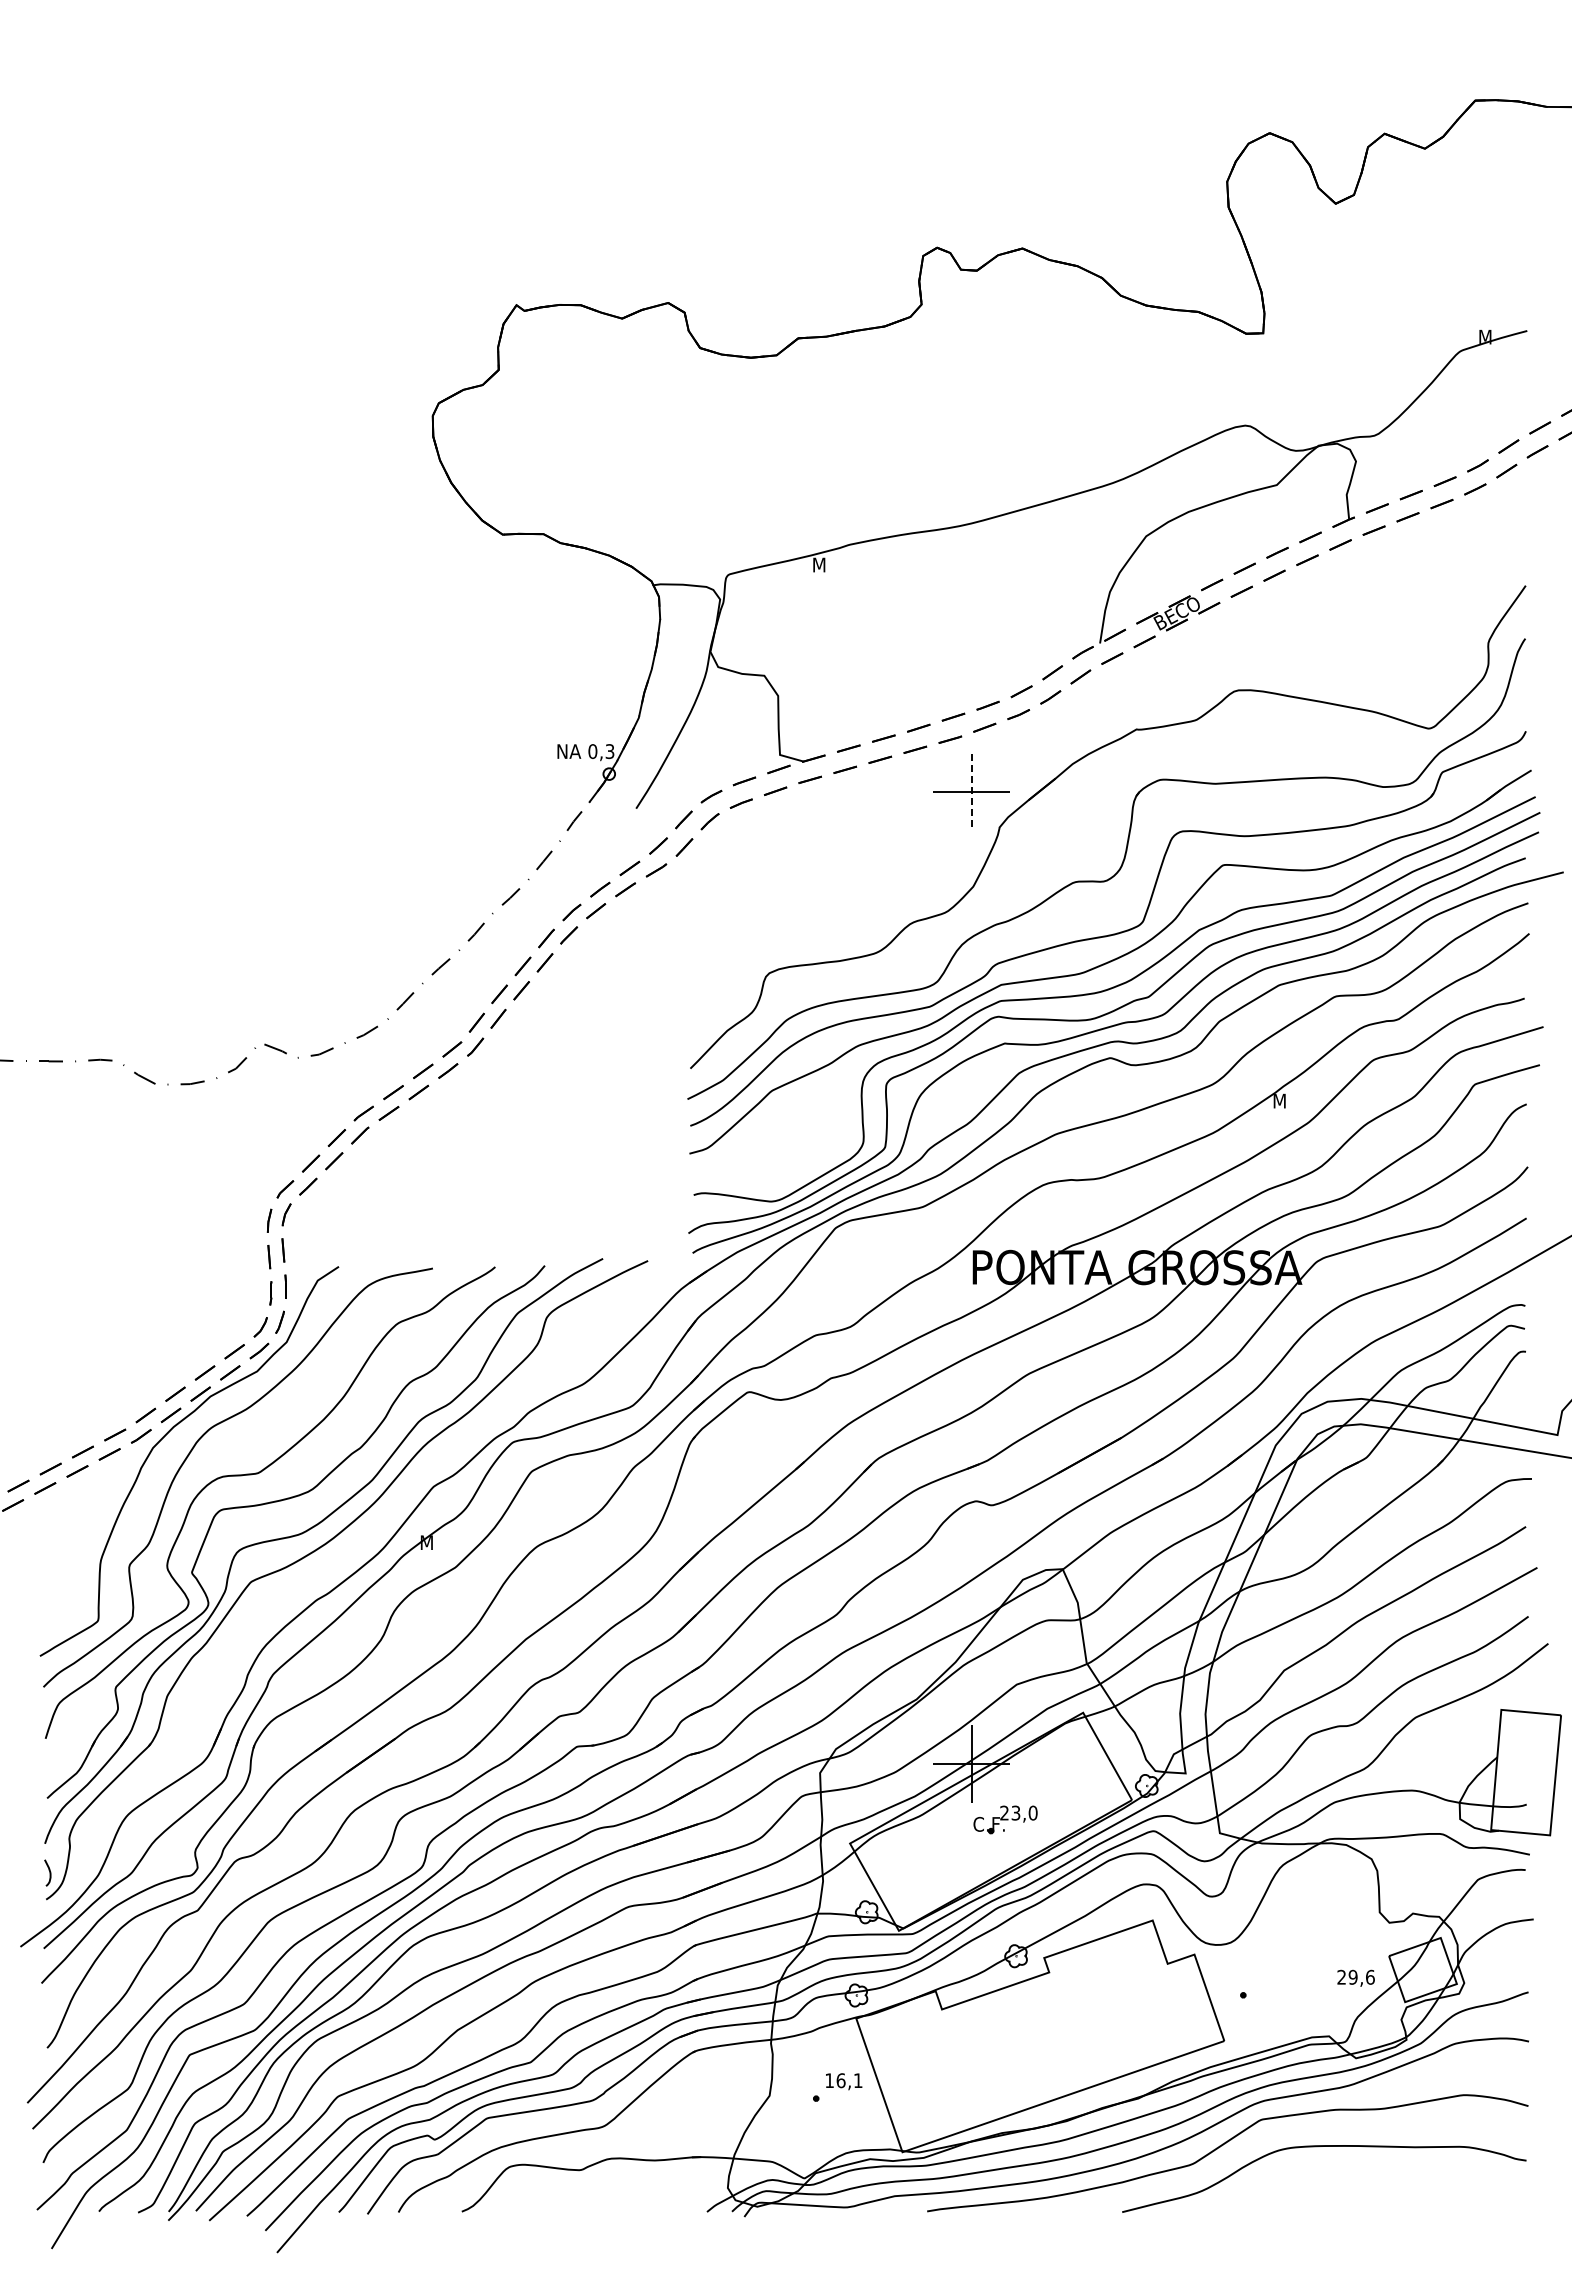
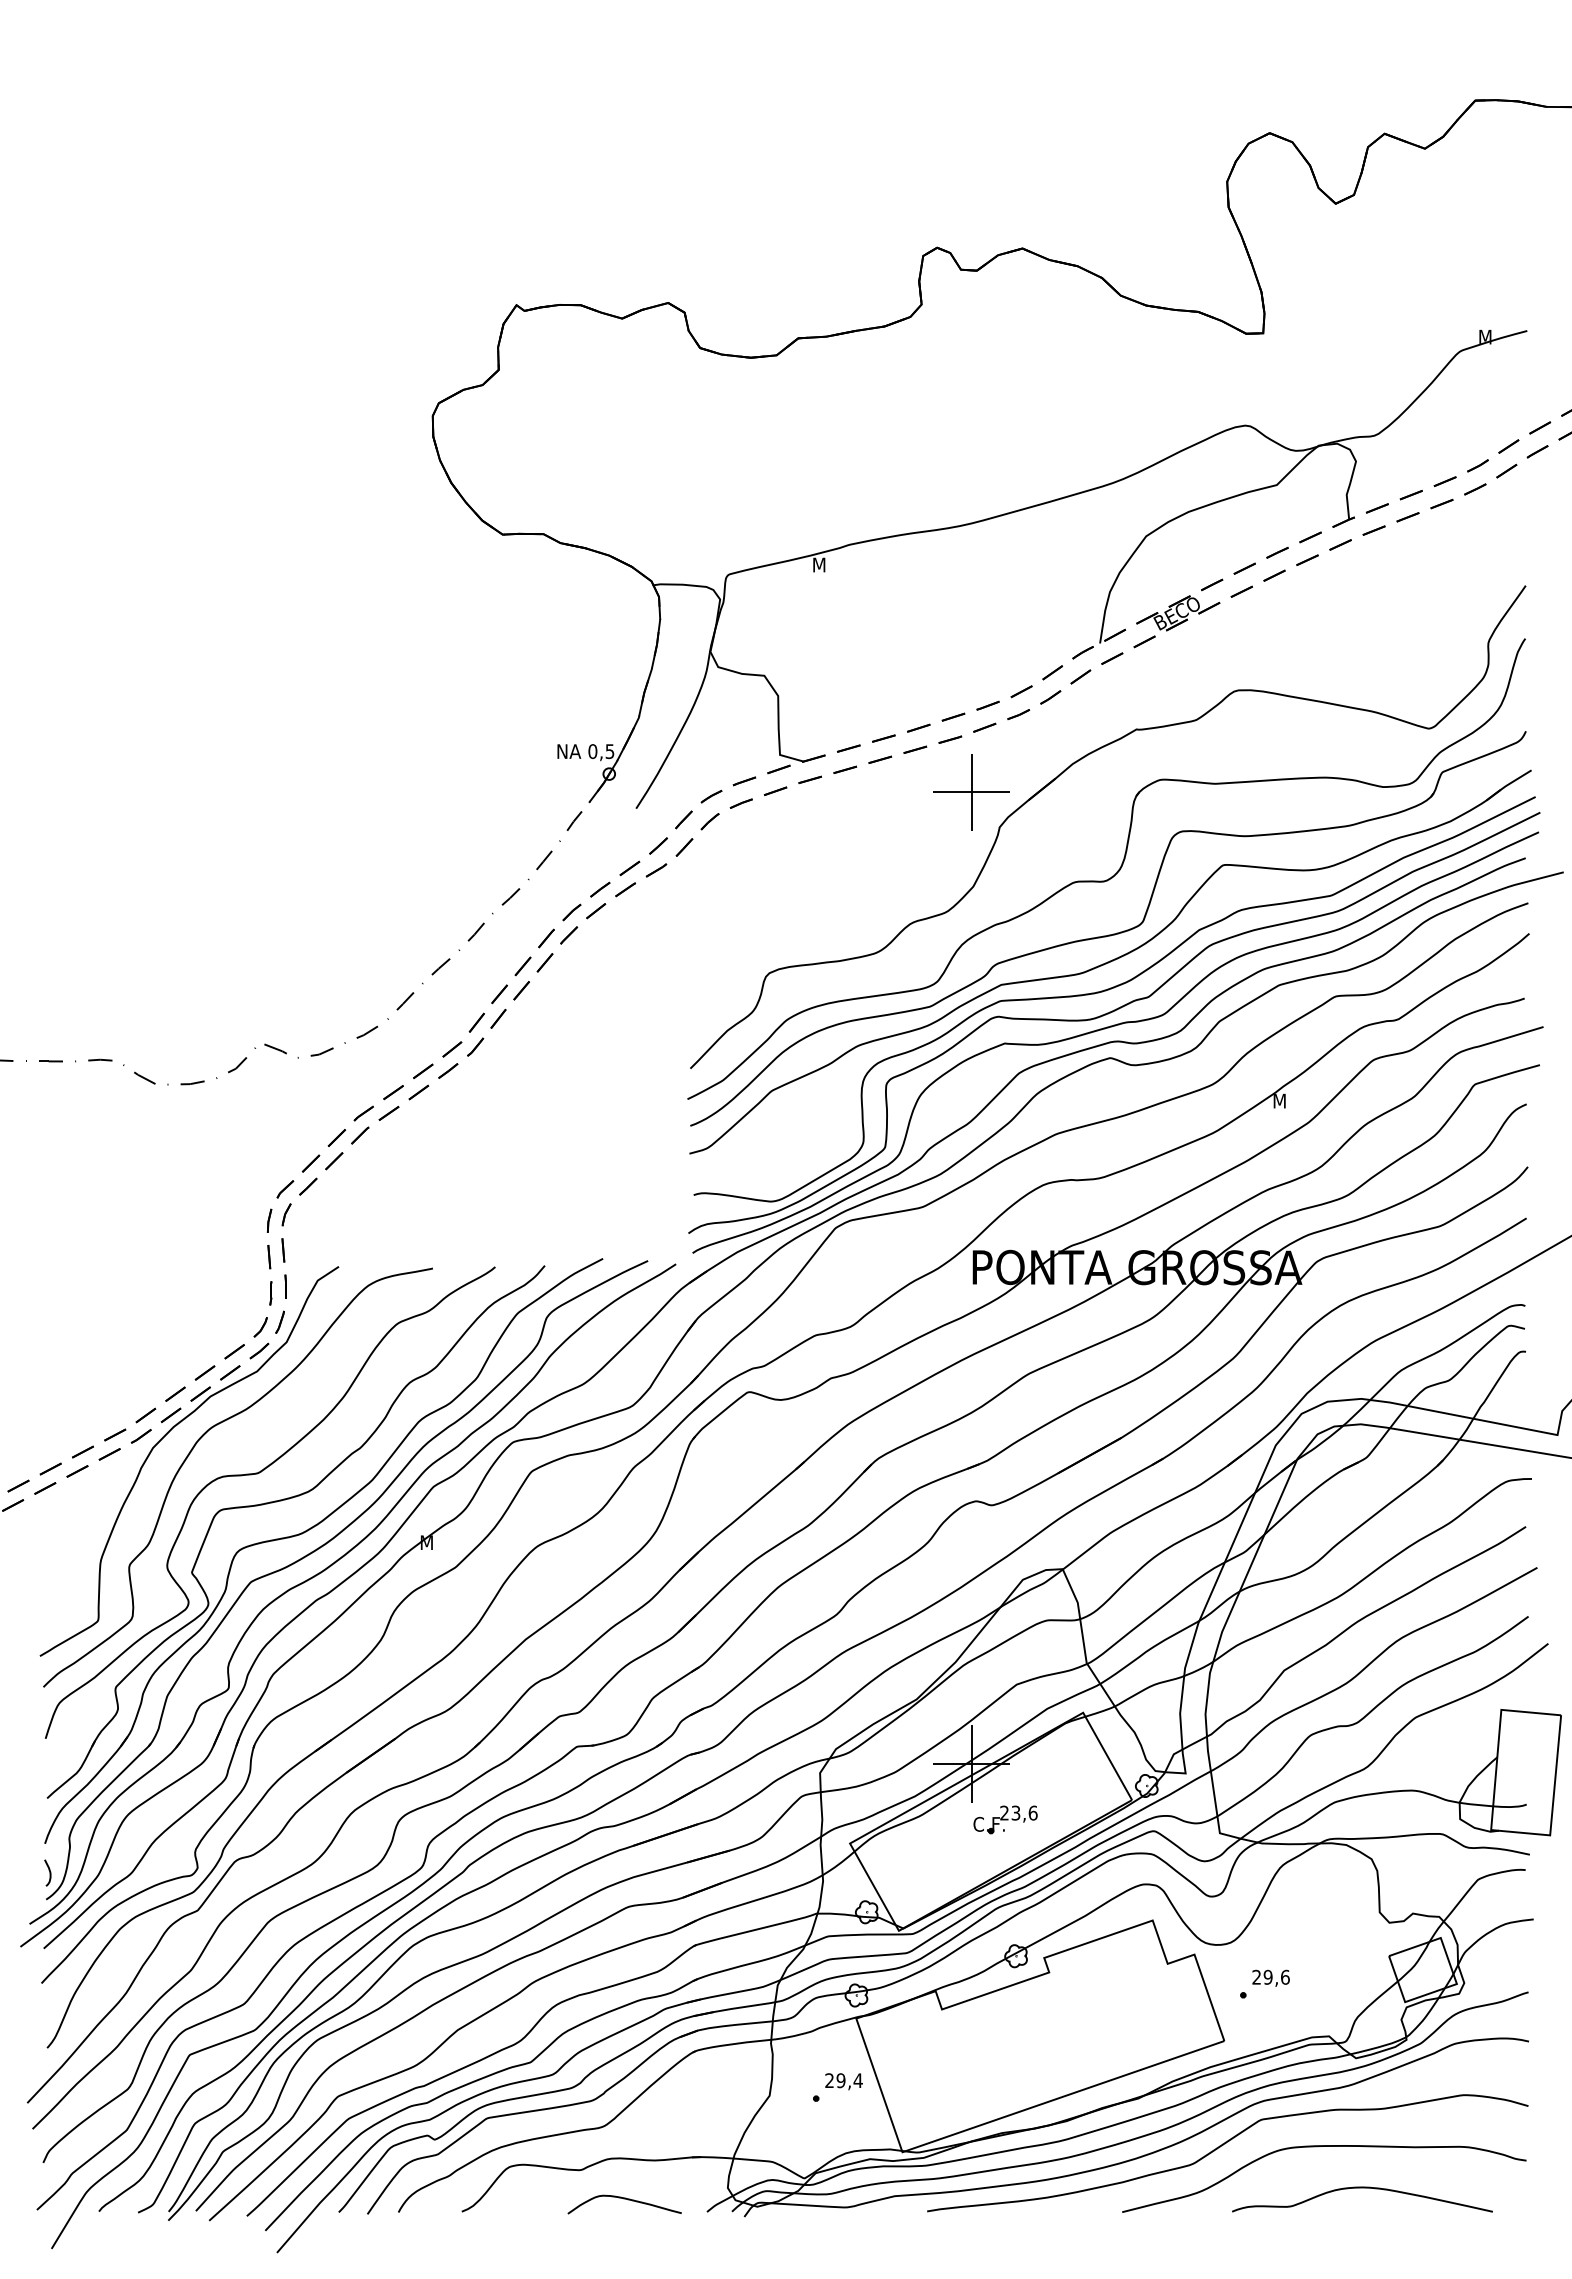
text at (610, 751): 0,3 -> 0,5
line at (971, 792): dashed -> solid
part at (331, 1566): none -> present
text at (1032, 1812): 23,0 -> 23,6
text at (1355, 1977) position: (1355, 1977) -> (1270, 1977)
text at (843, 2080): 16,1 -> 29,4
curve at (1362, 2188): none -> present
curve at (624, 2199): none -> present
